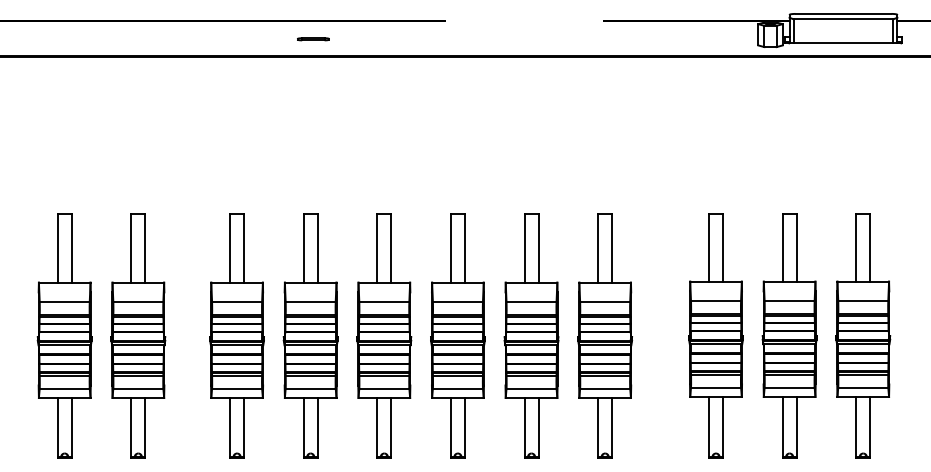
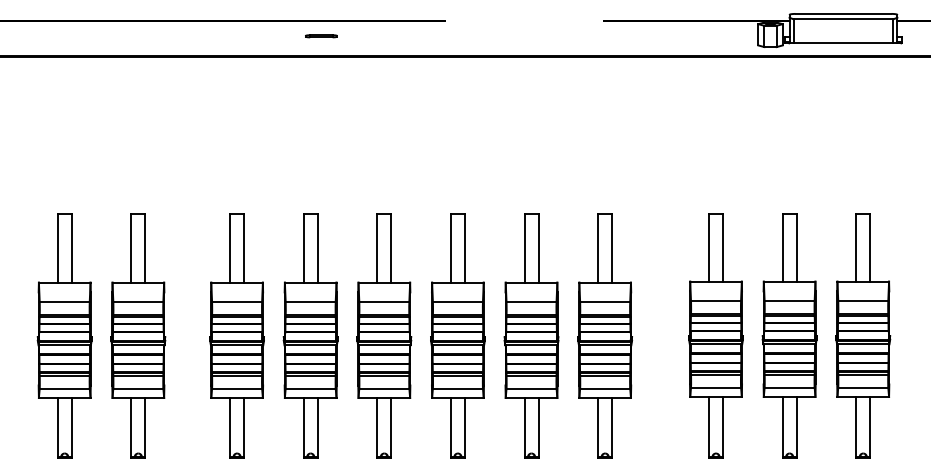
line at (313, 39) position: (313, 39) -> (321, 36)
